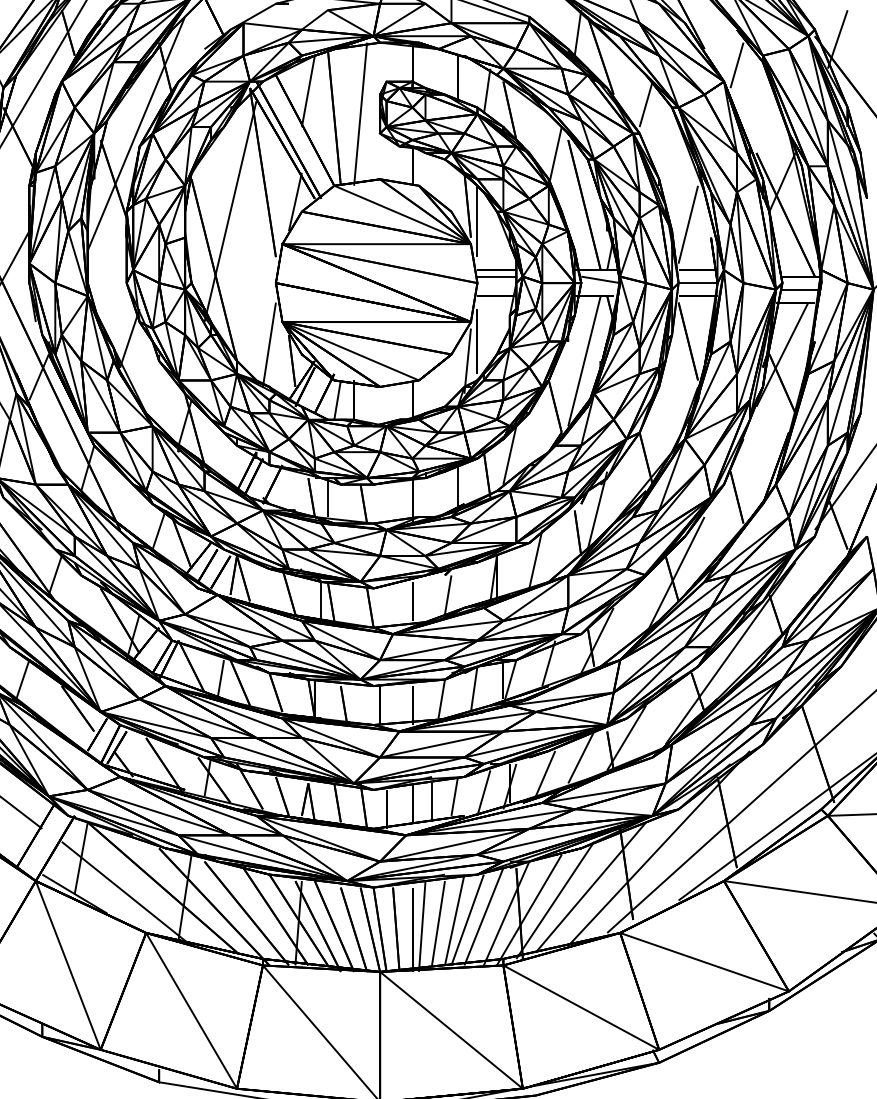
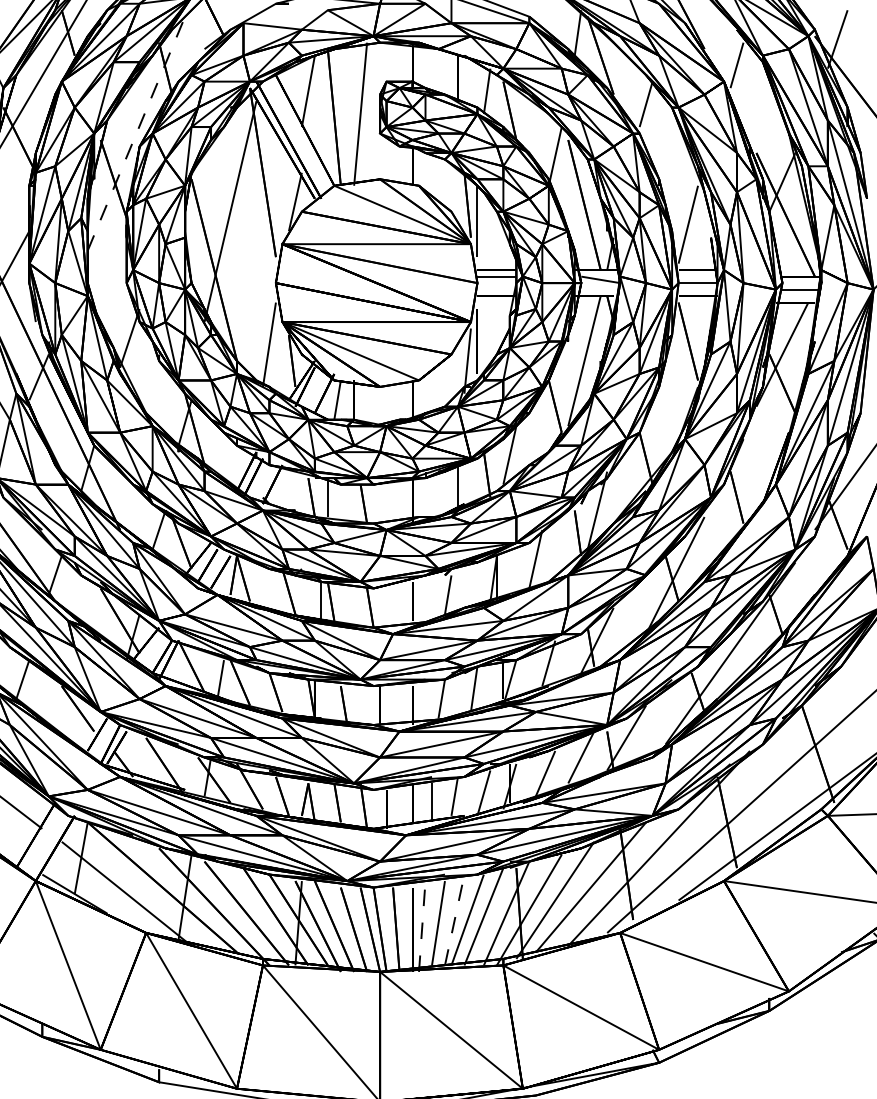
line at (136, 133): solid -> dashed
line at (454, 919): solid -> dashed
line at (422, 926): solid -> dashed
